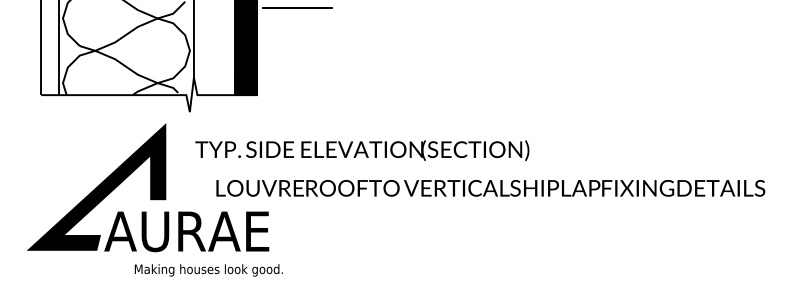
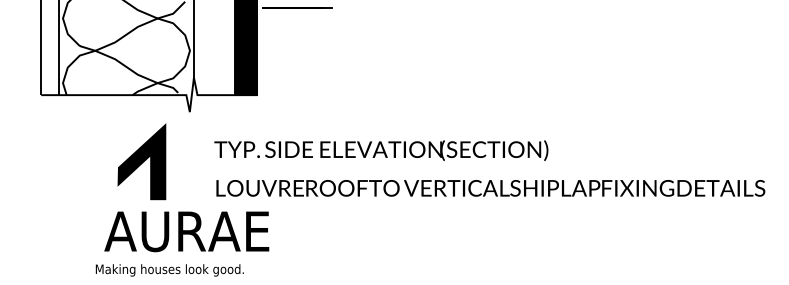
text at (362, 150) position: (362, 150) -> (381, 150)
fill at (72, 208): present -> none
text at (208, 270) position: (208, 270) -> (169, 270)
